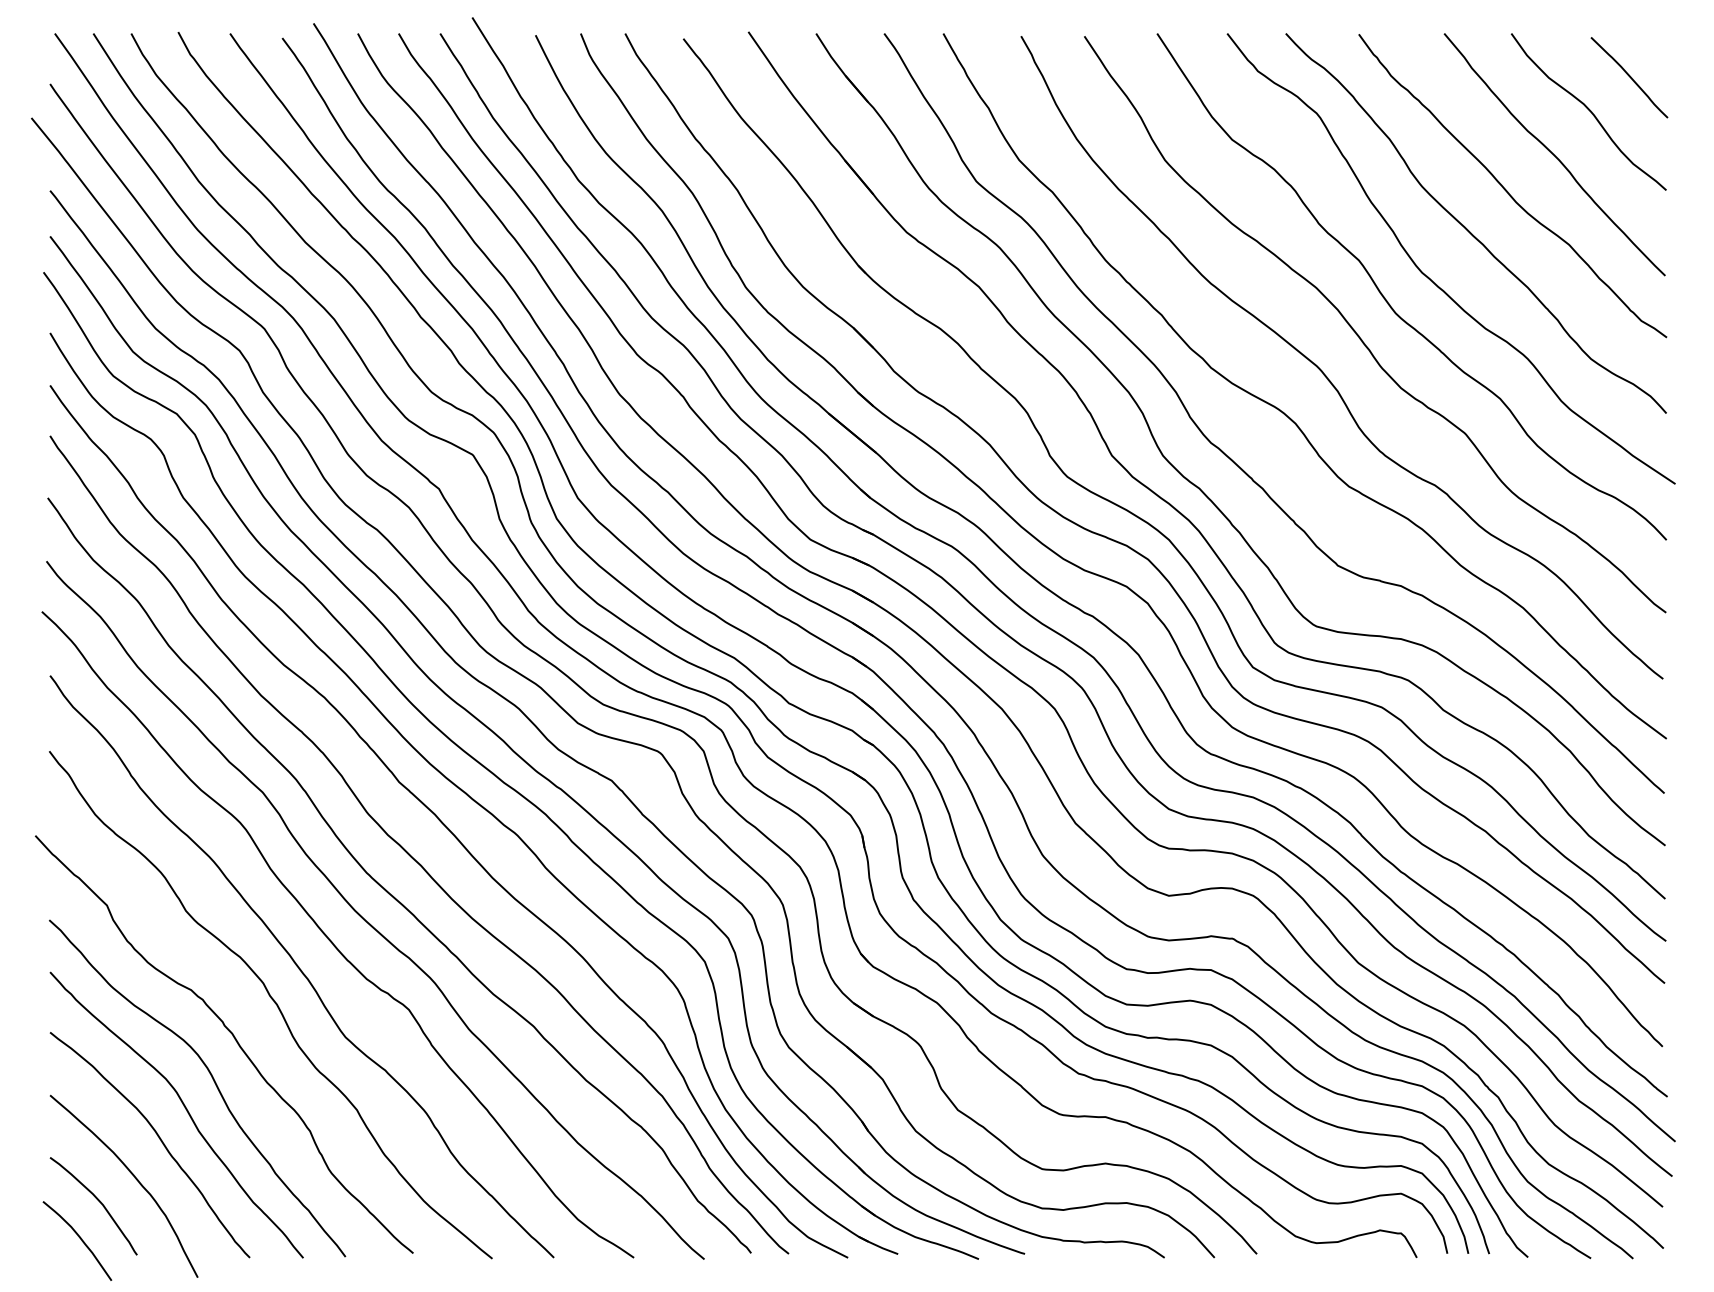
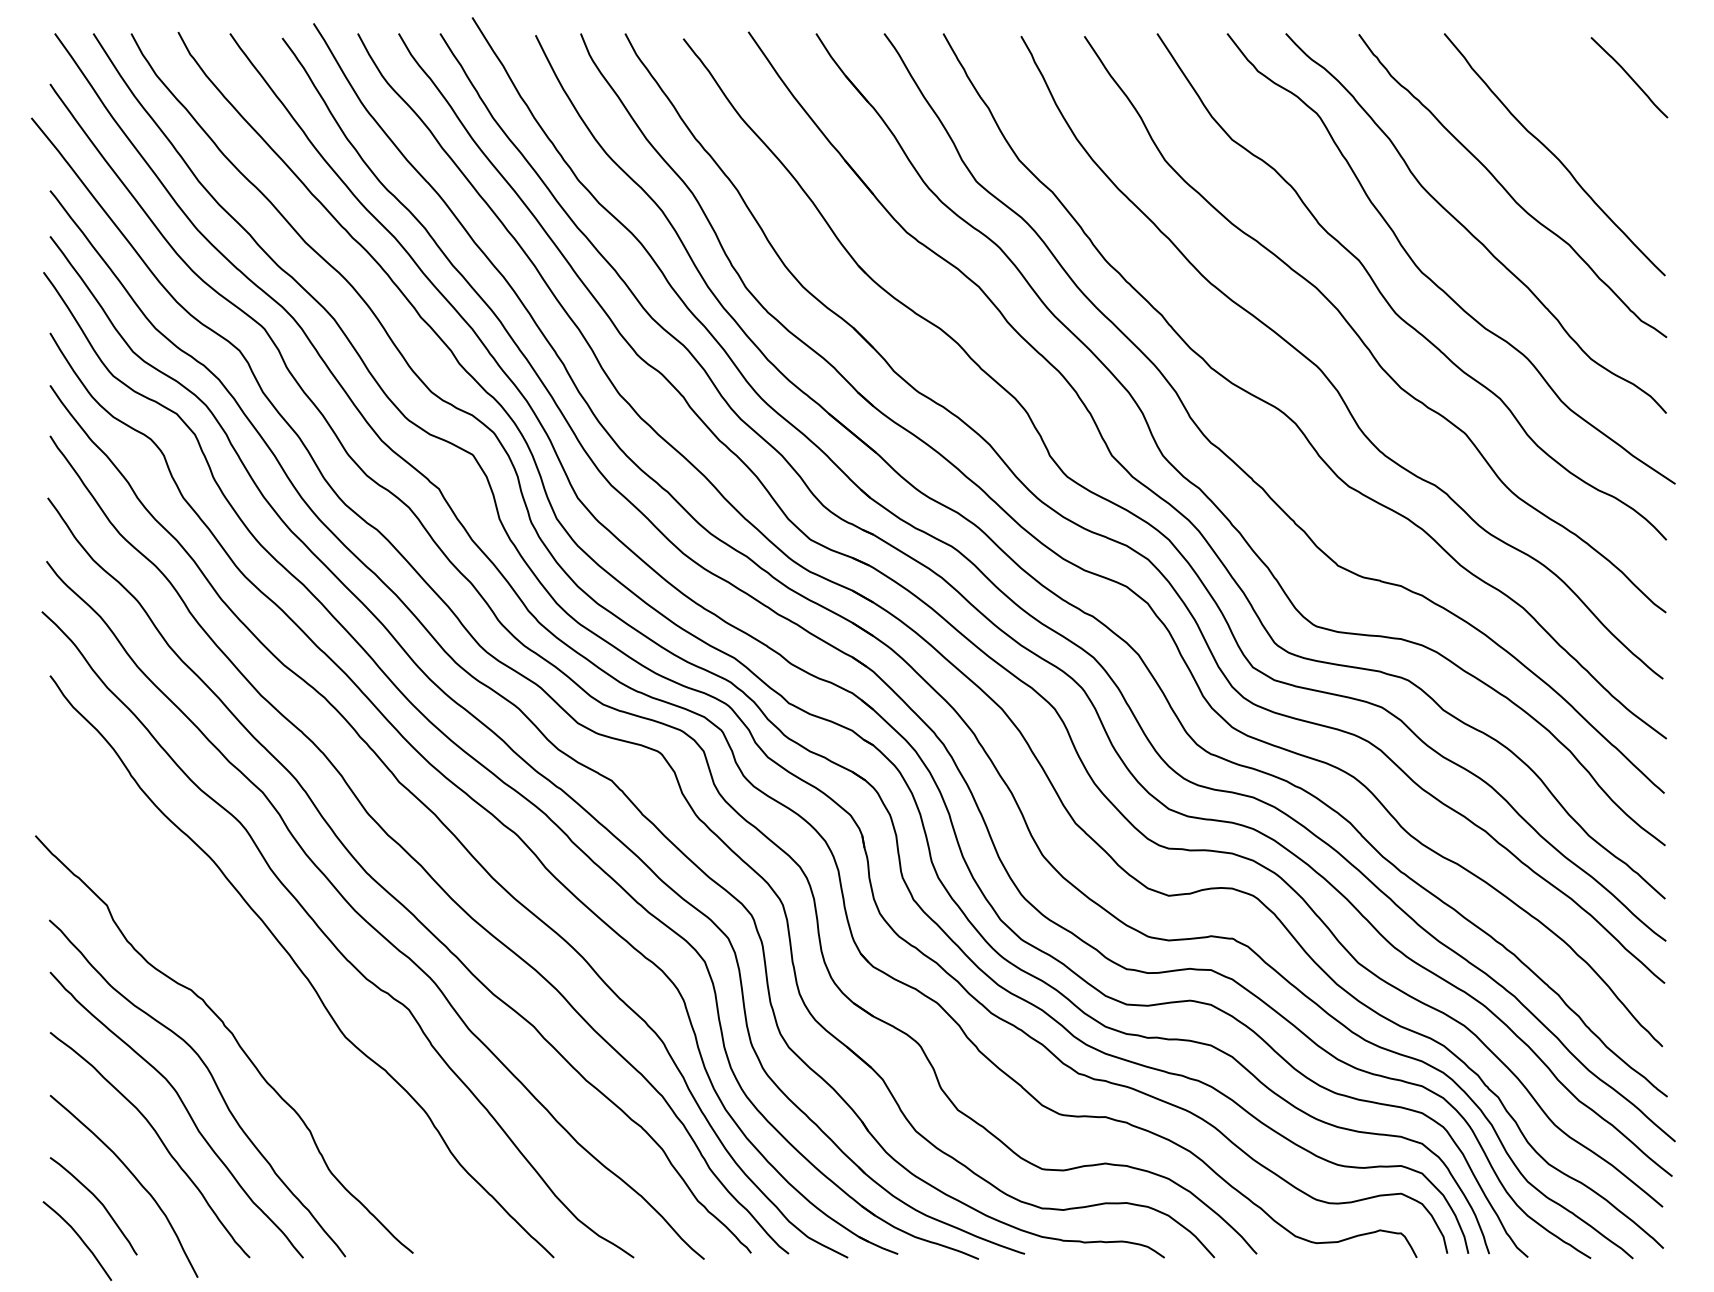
curve at (1588, 110): present -> none
curve at (274, 1003): present -> none
